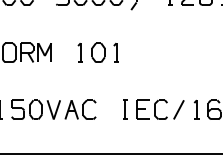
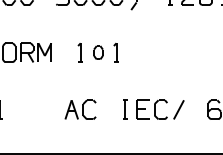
part at (98, 52) size: 15x21 px -> 11x15 px
part at (35, 109): present -> none
part at (196, 109): present -> none
